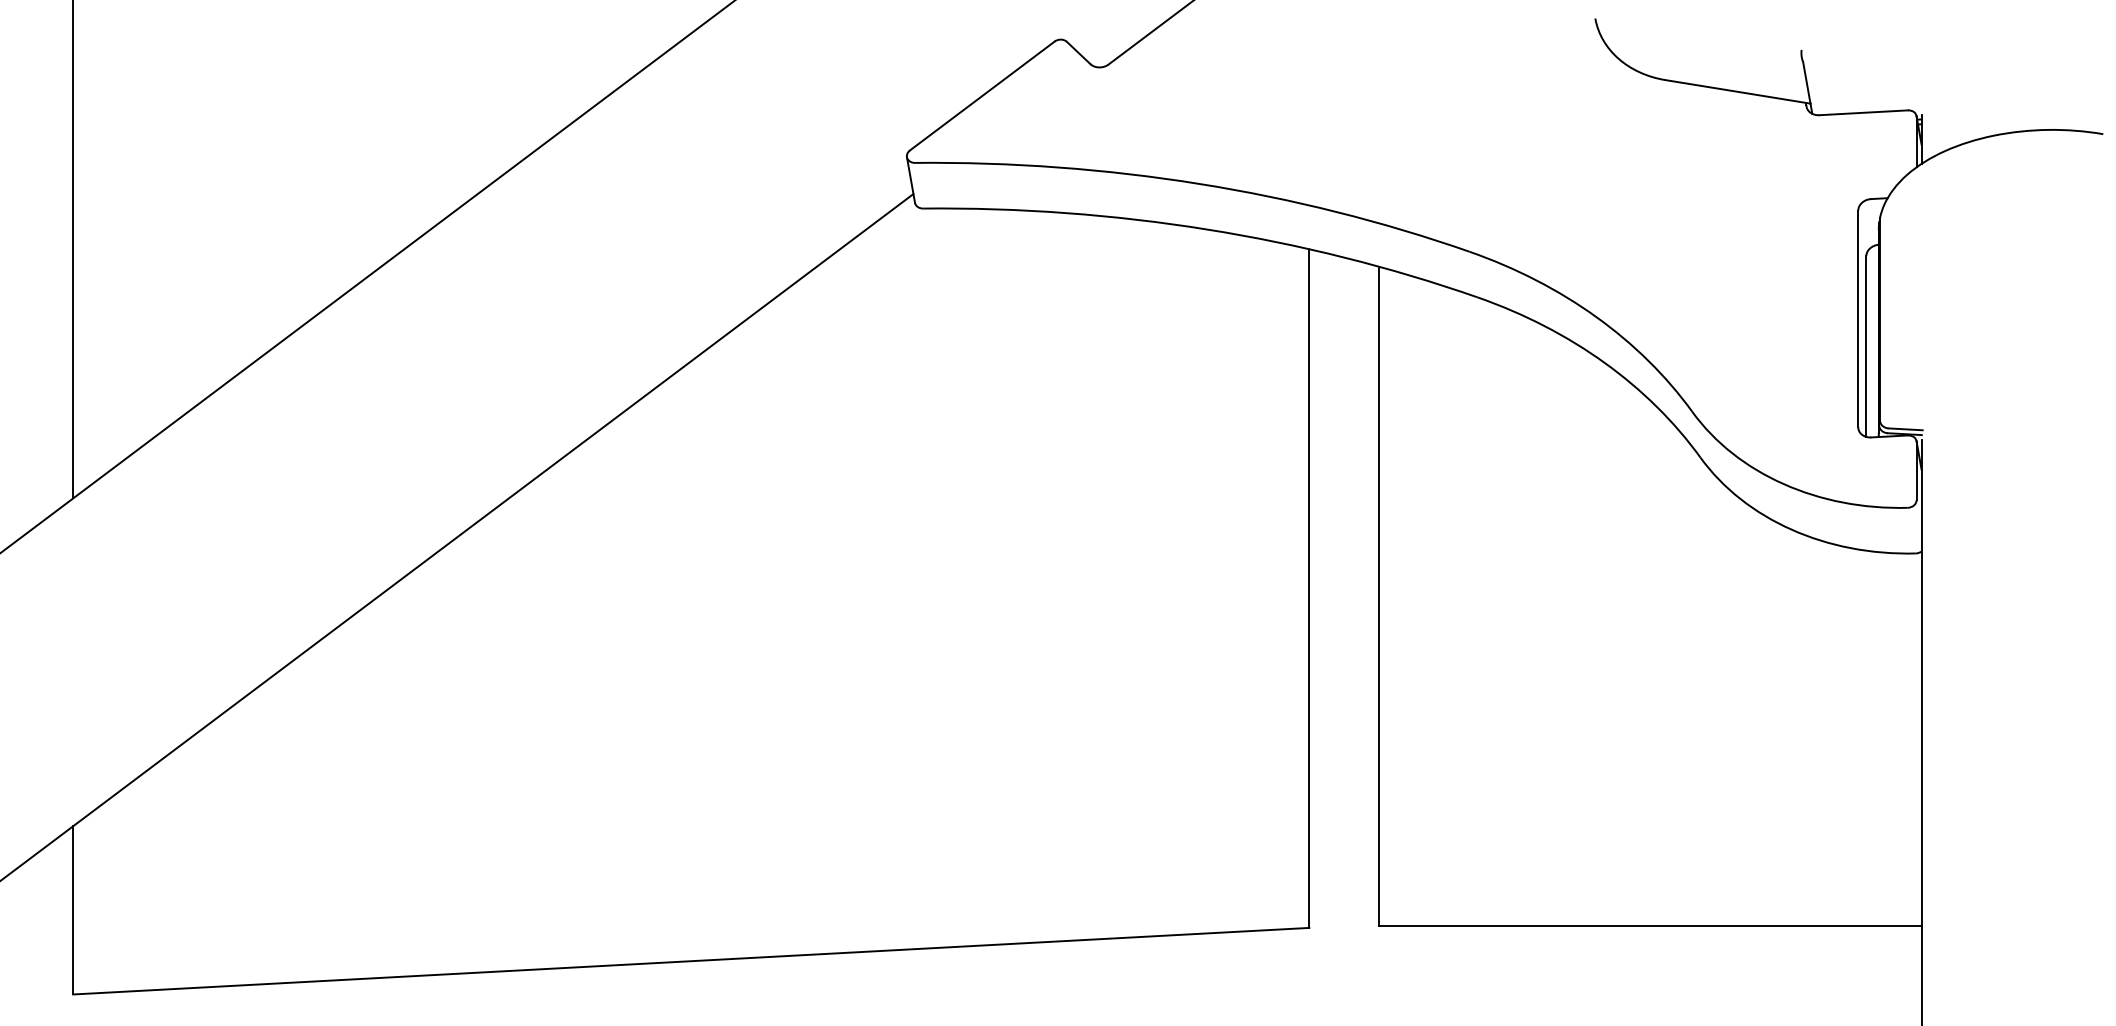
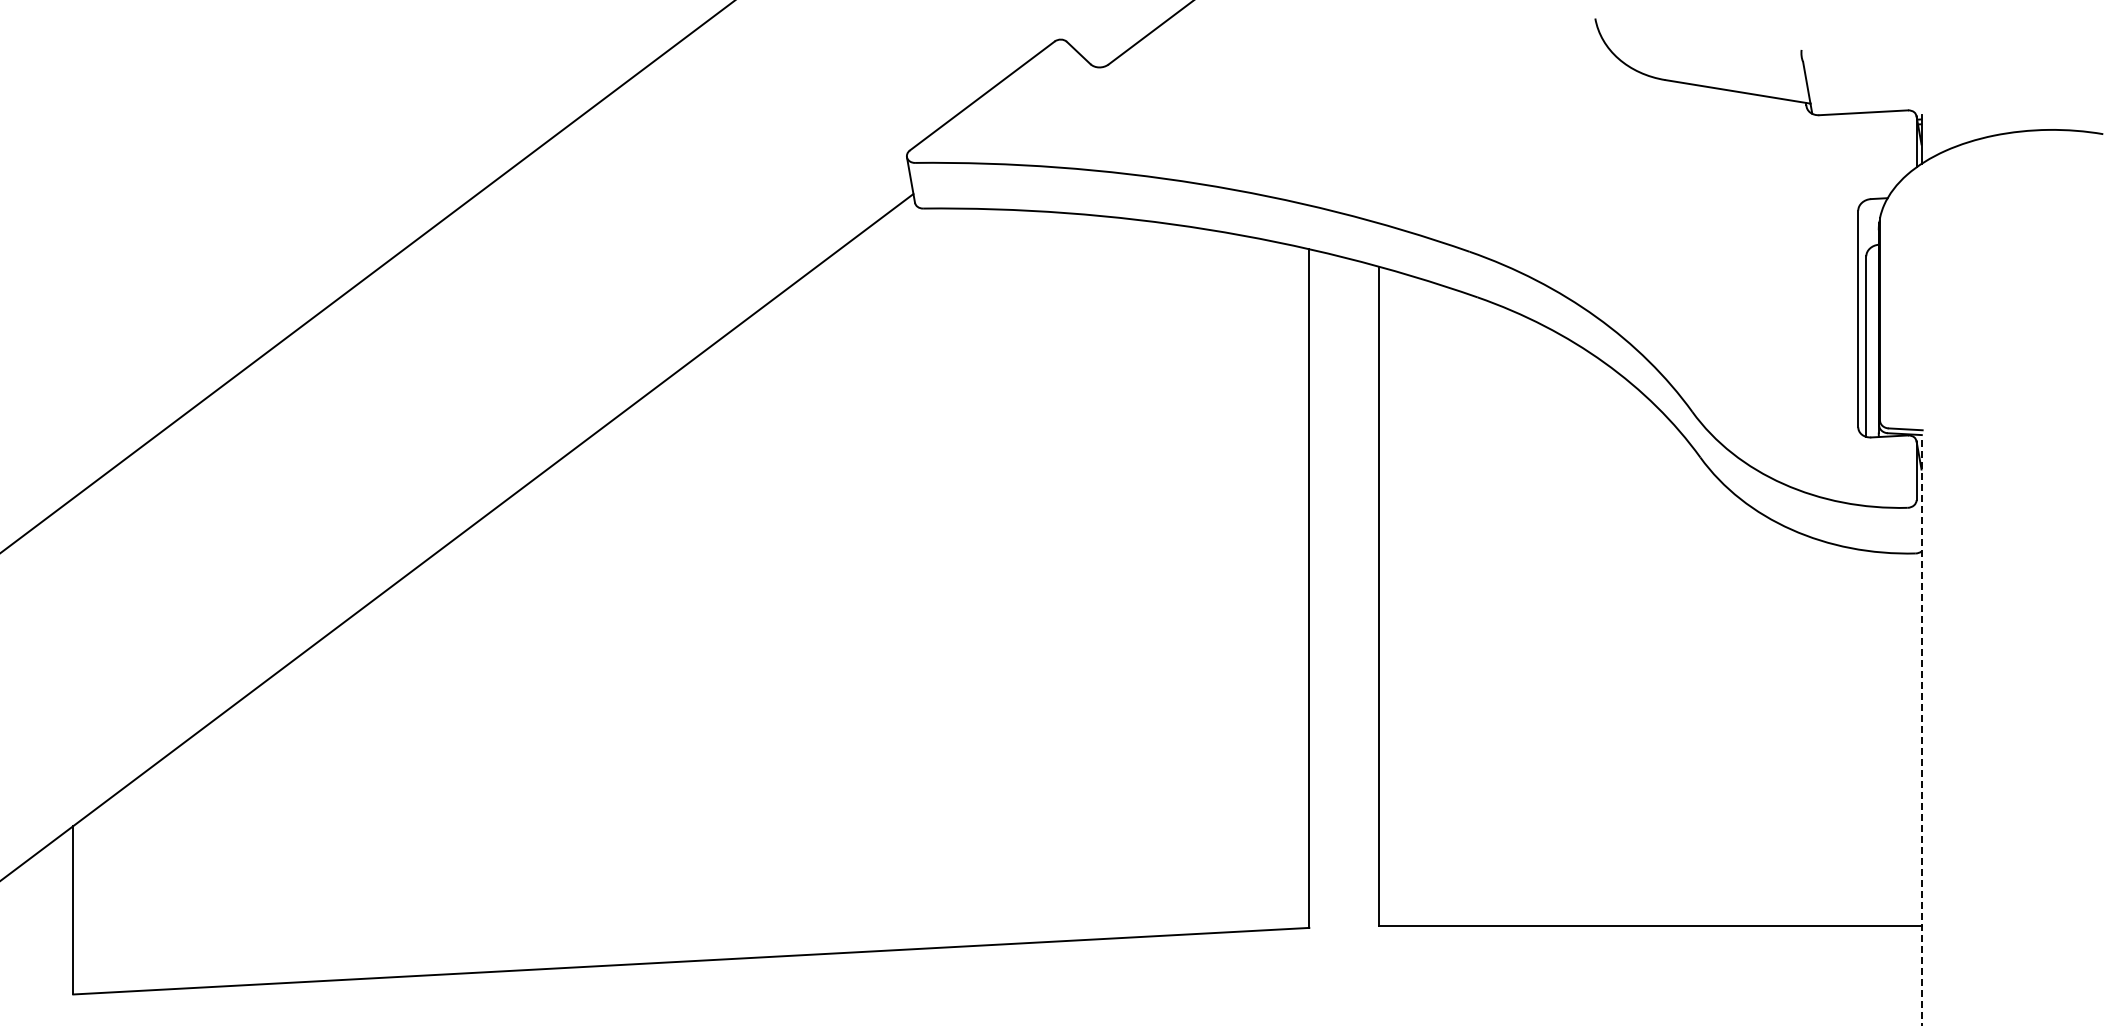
line at (73, 250): present -> none
line at (1921, 732): solid -> dashed
